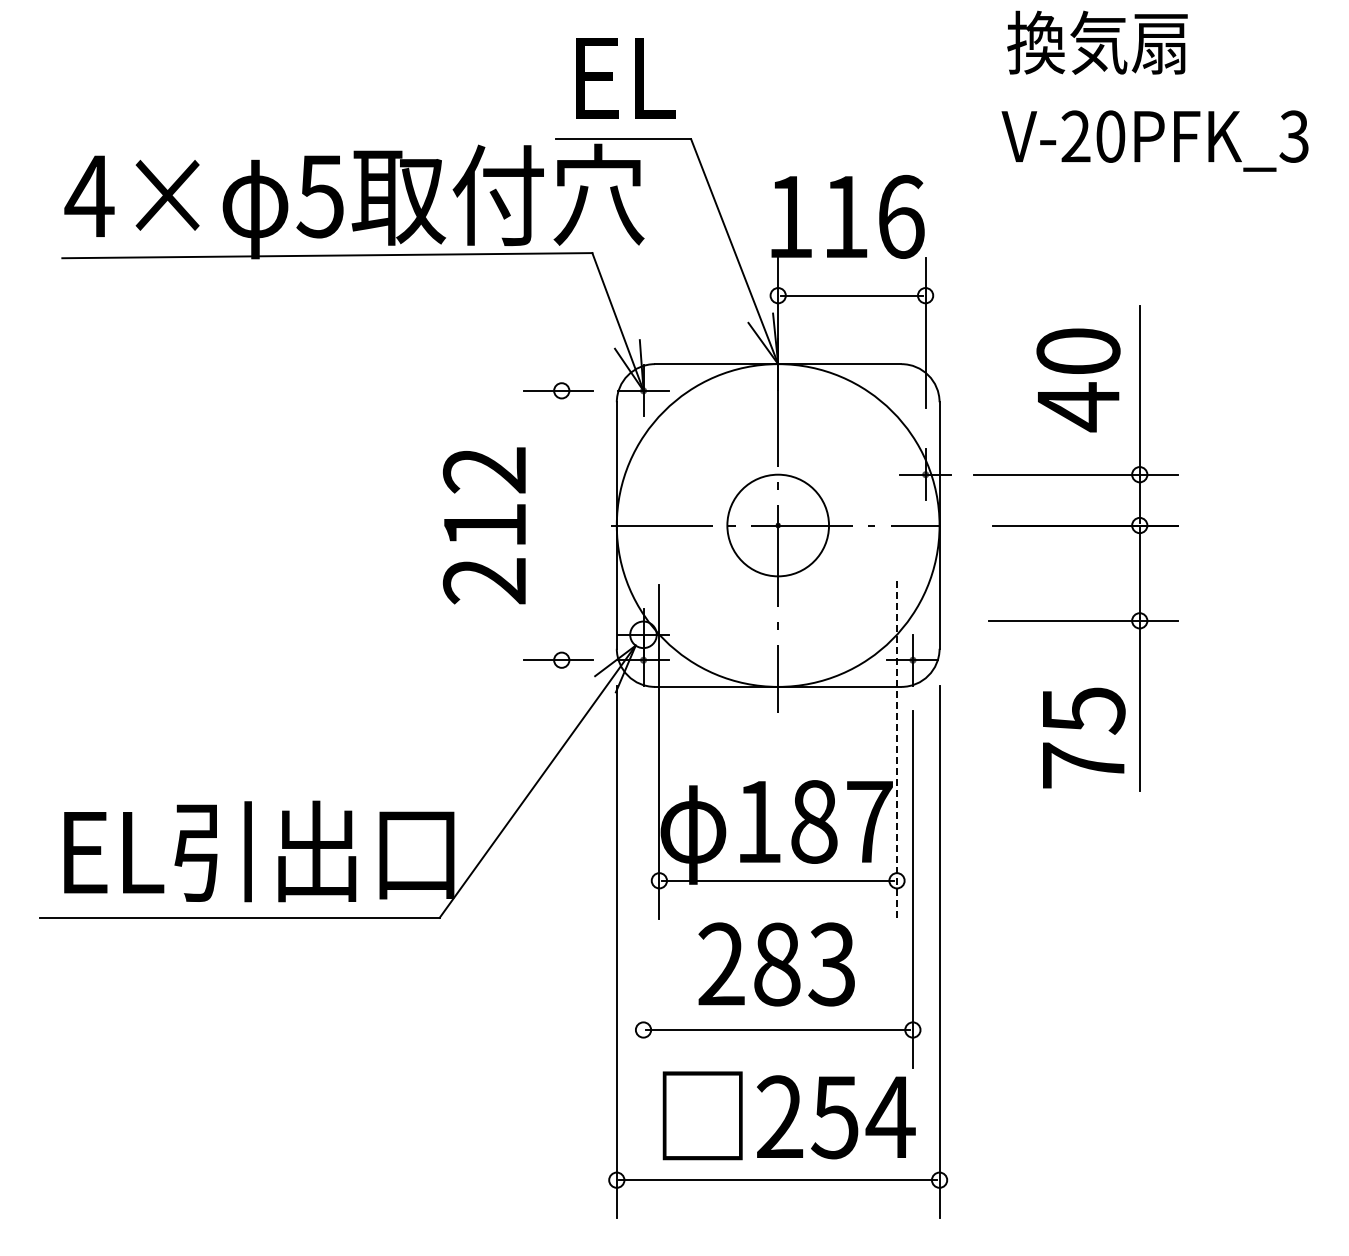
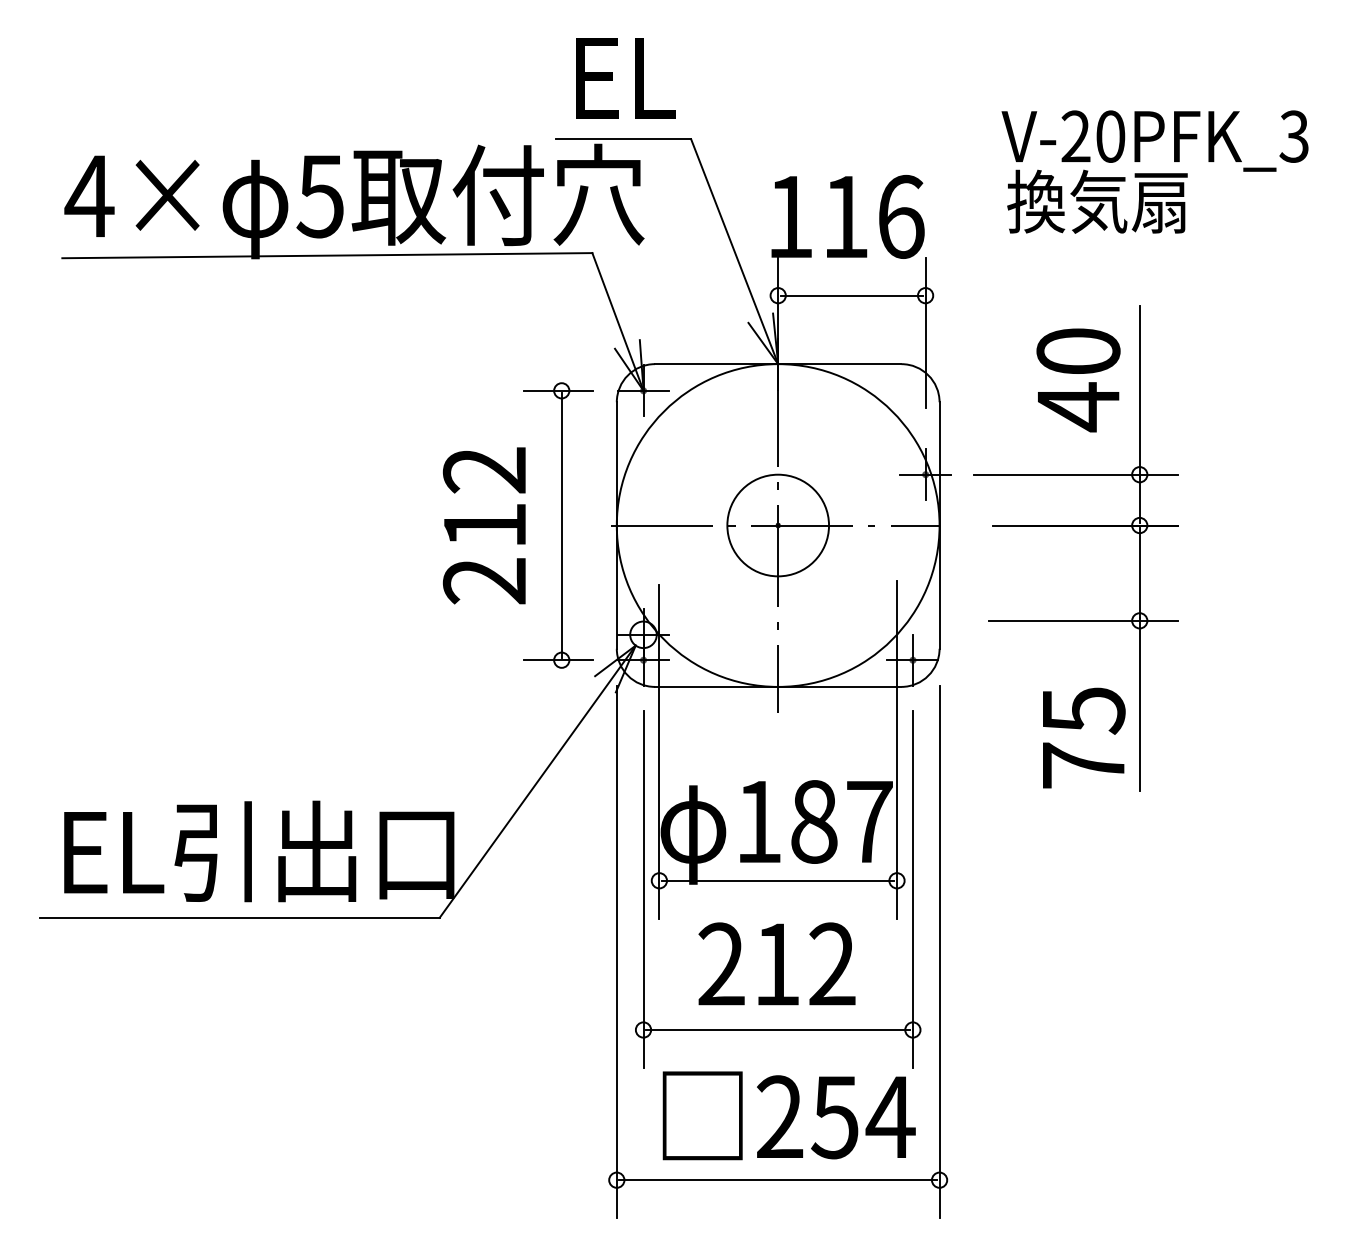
text at (1097, 42) position: (1097, 42) -> (1097, 201)
line at (561, 525): none -> present
line at (897, 750): dashed -> solid
line at (643, 889): none -> present
text at (804, 964): 283 -> 212
